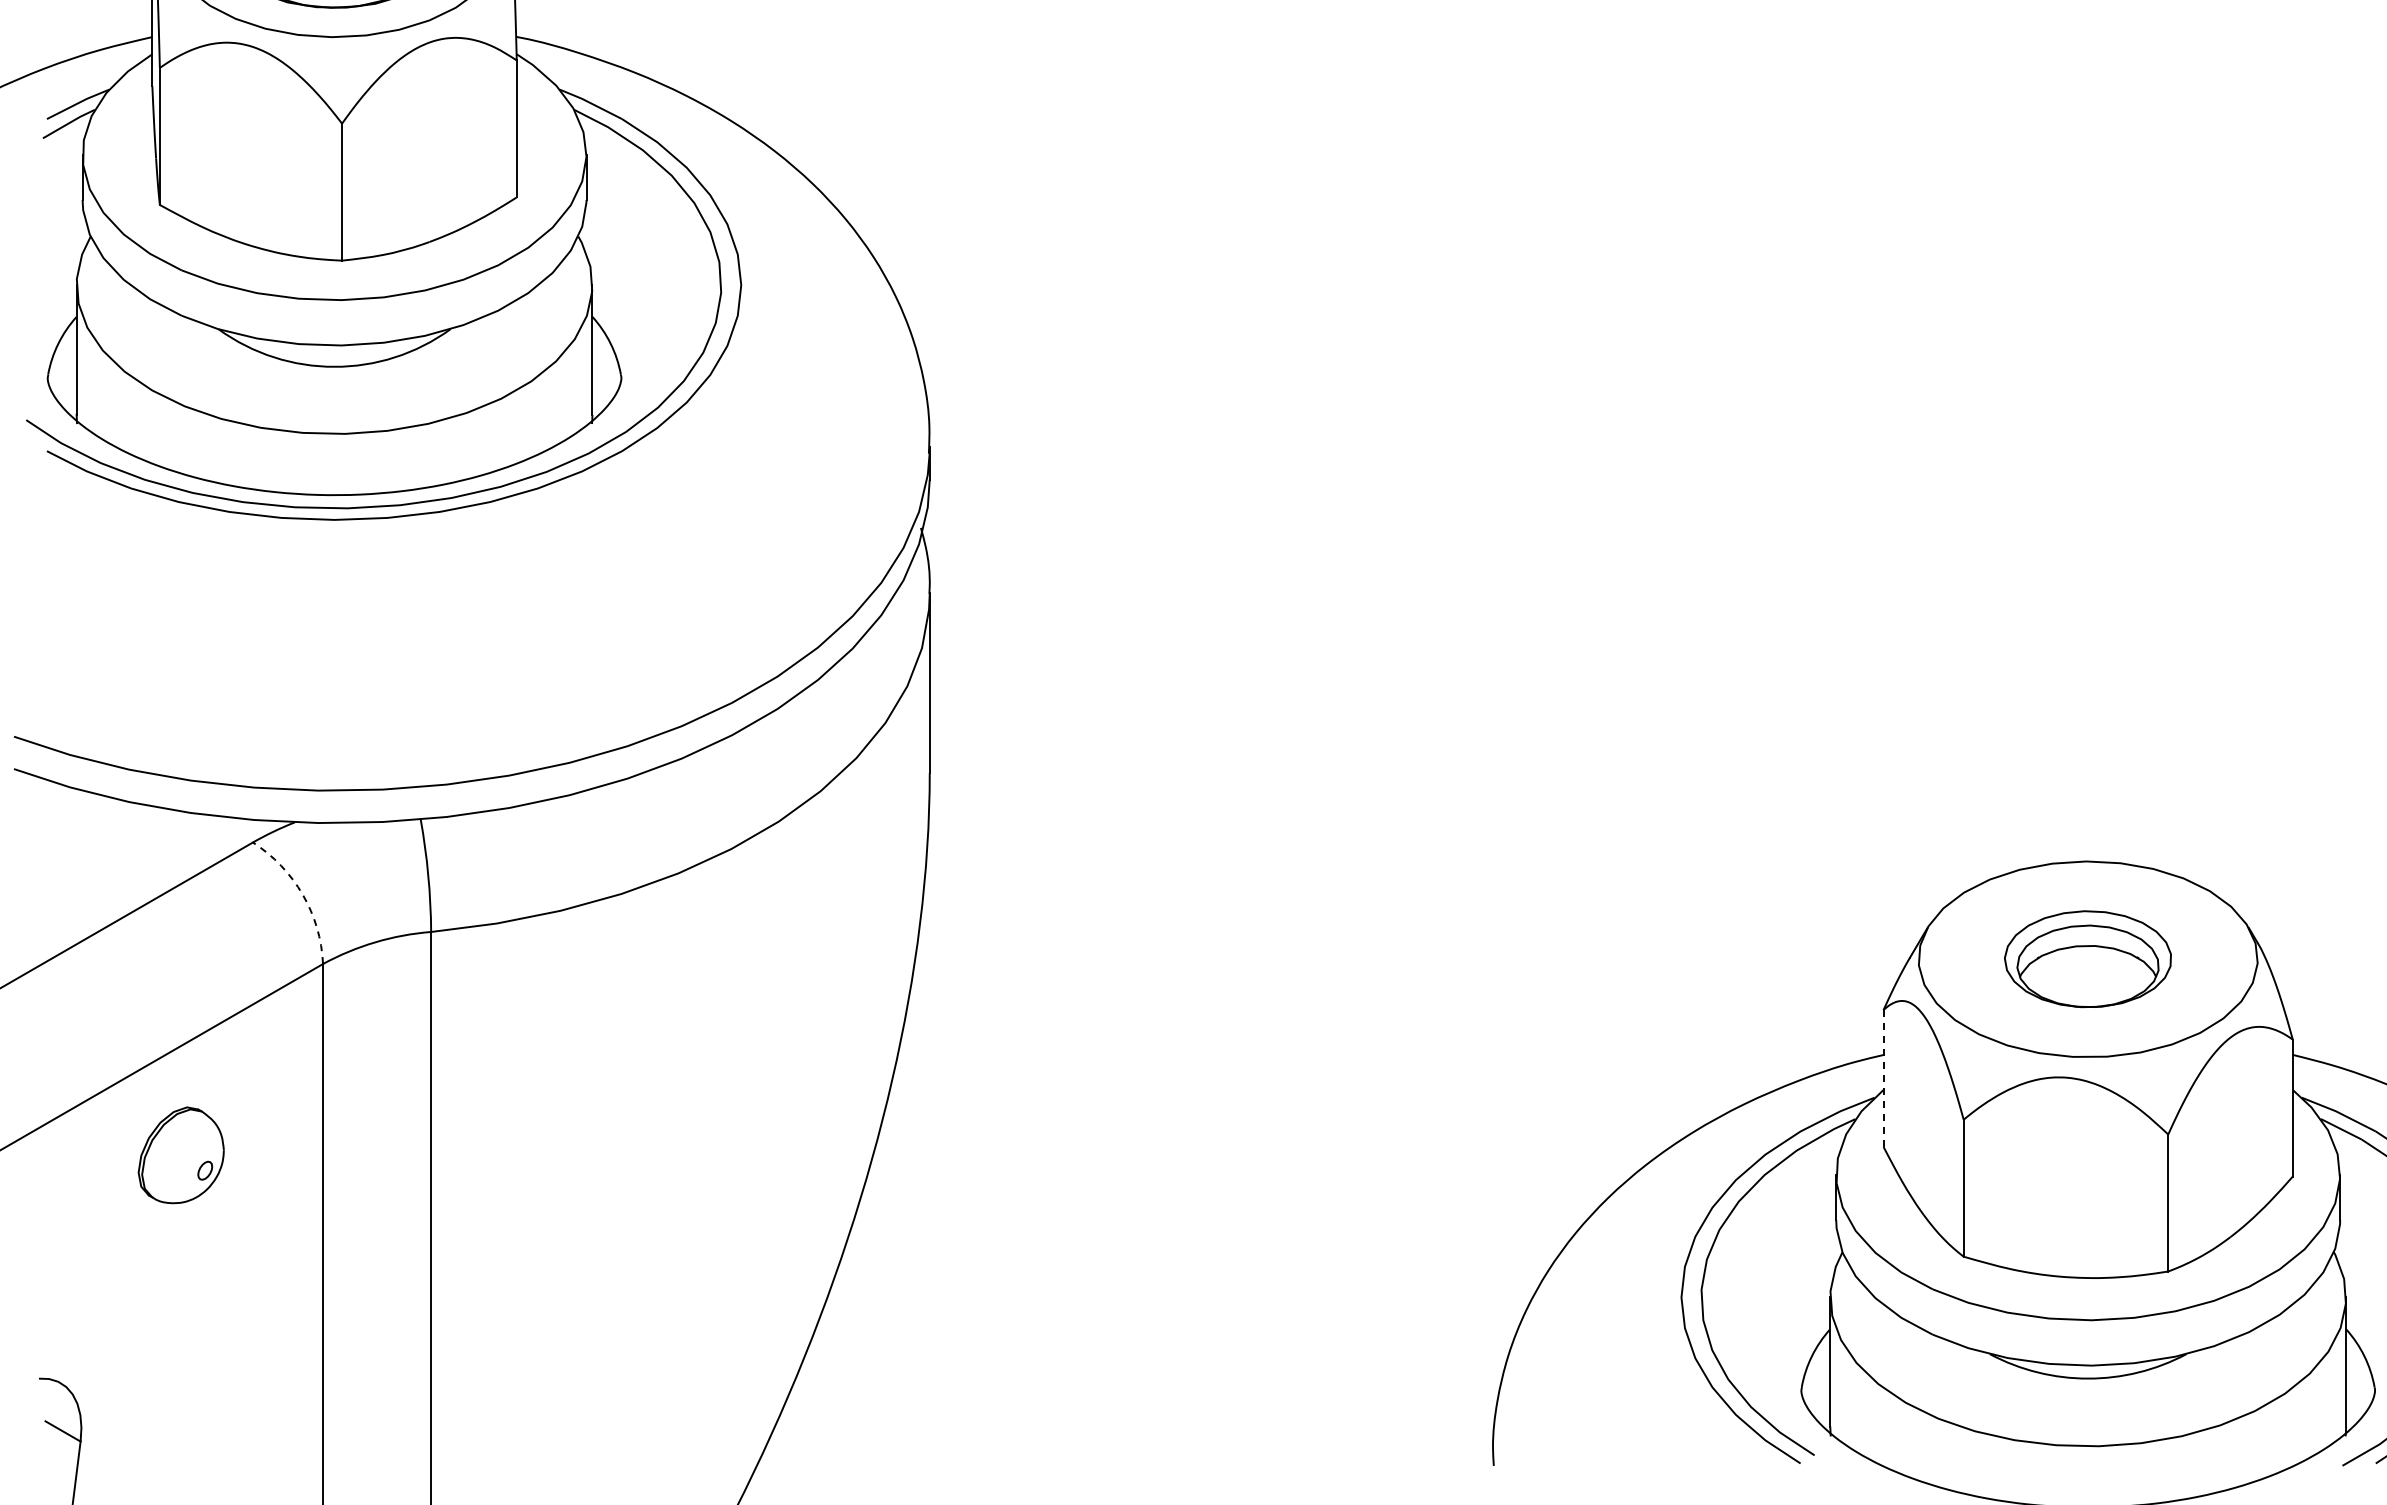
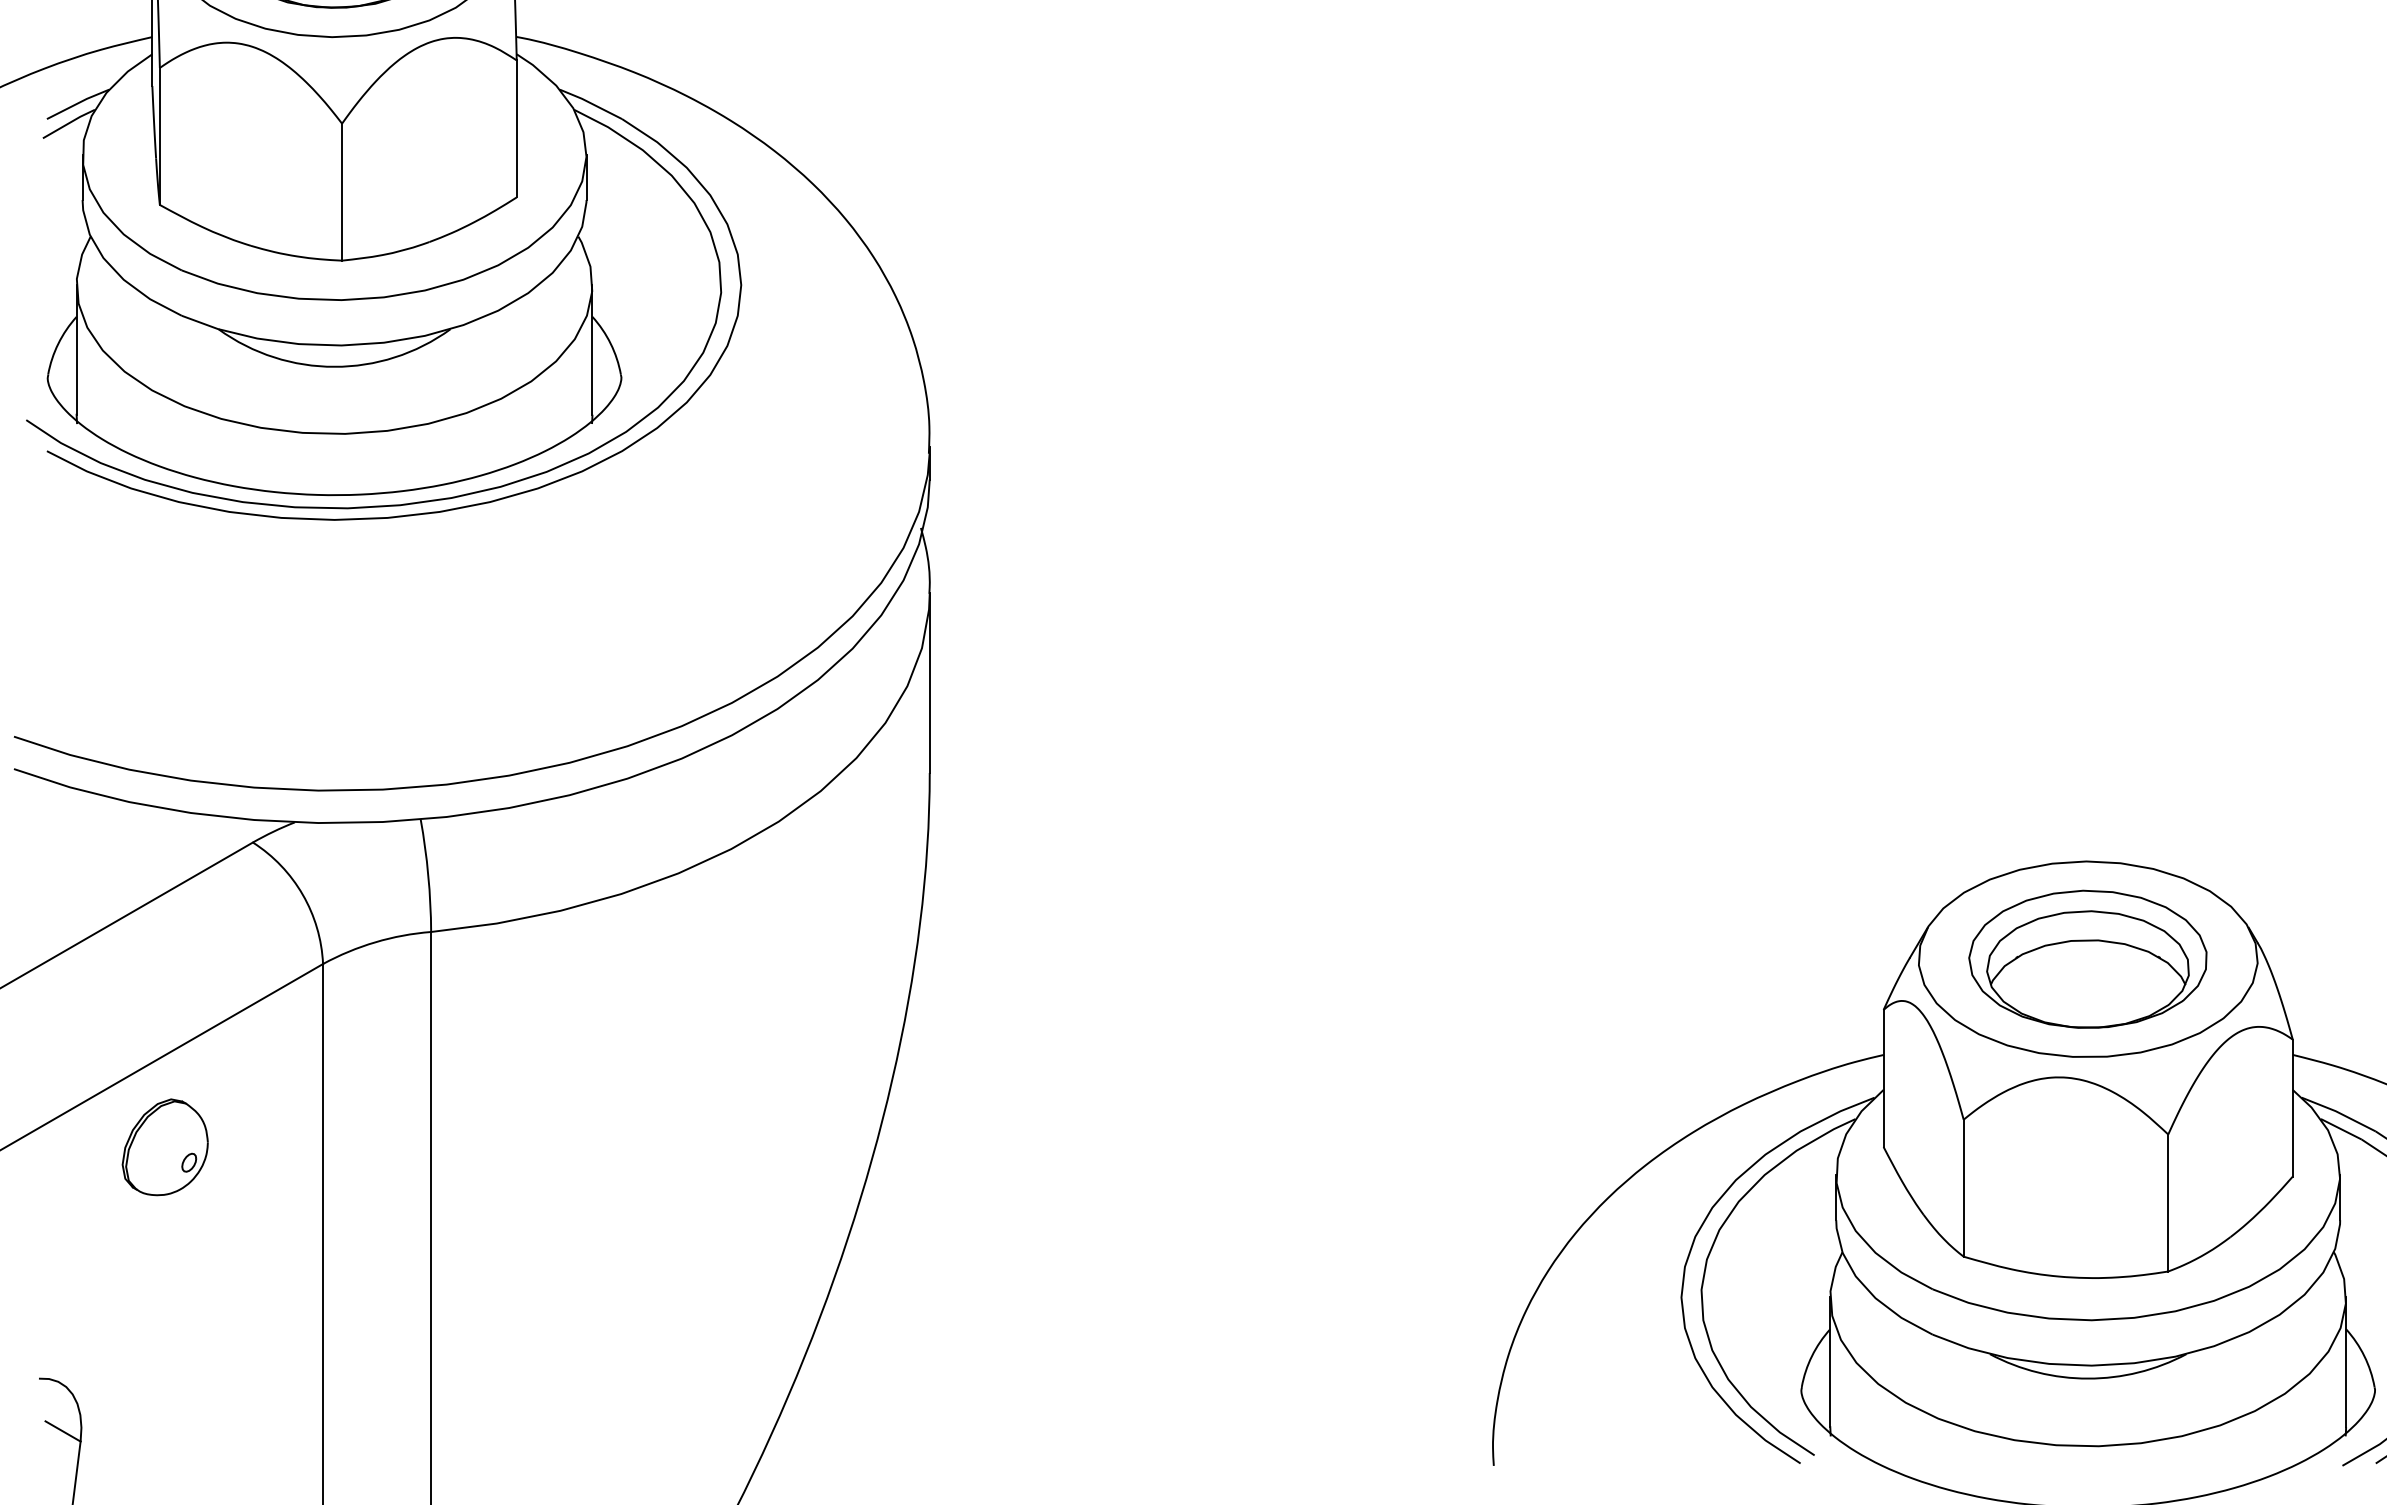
arc at (302, 894): dashed -> solid
part at (2087, 959) size: 168x99 px -> 240x140 px
line at (1883, 1078): dashed -> solid
part at (180, 1155) position: (180, 1155) -> (164, 1147)
